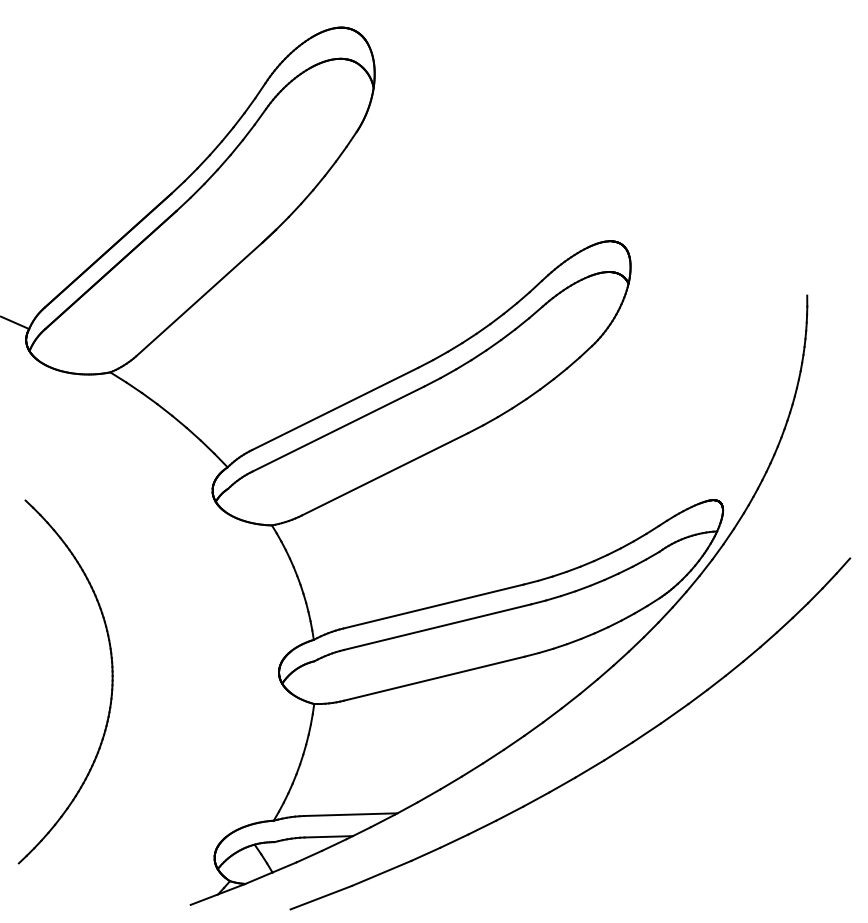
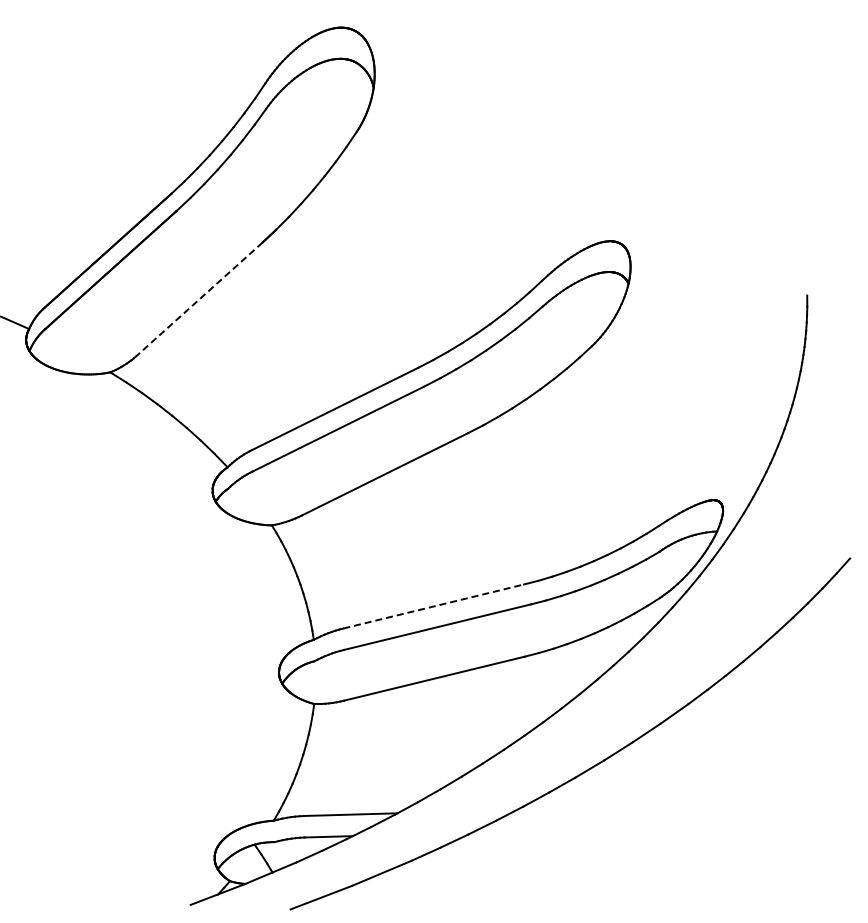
line at (199, 299): solid -> dashed
line at (433, 606): solid -> dashed
part at (111, 681): present -> none
